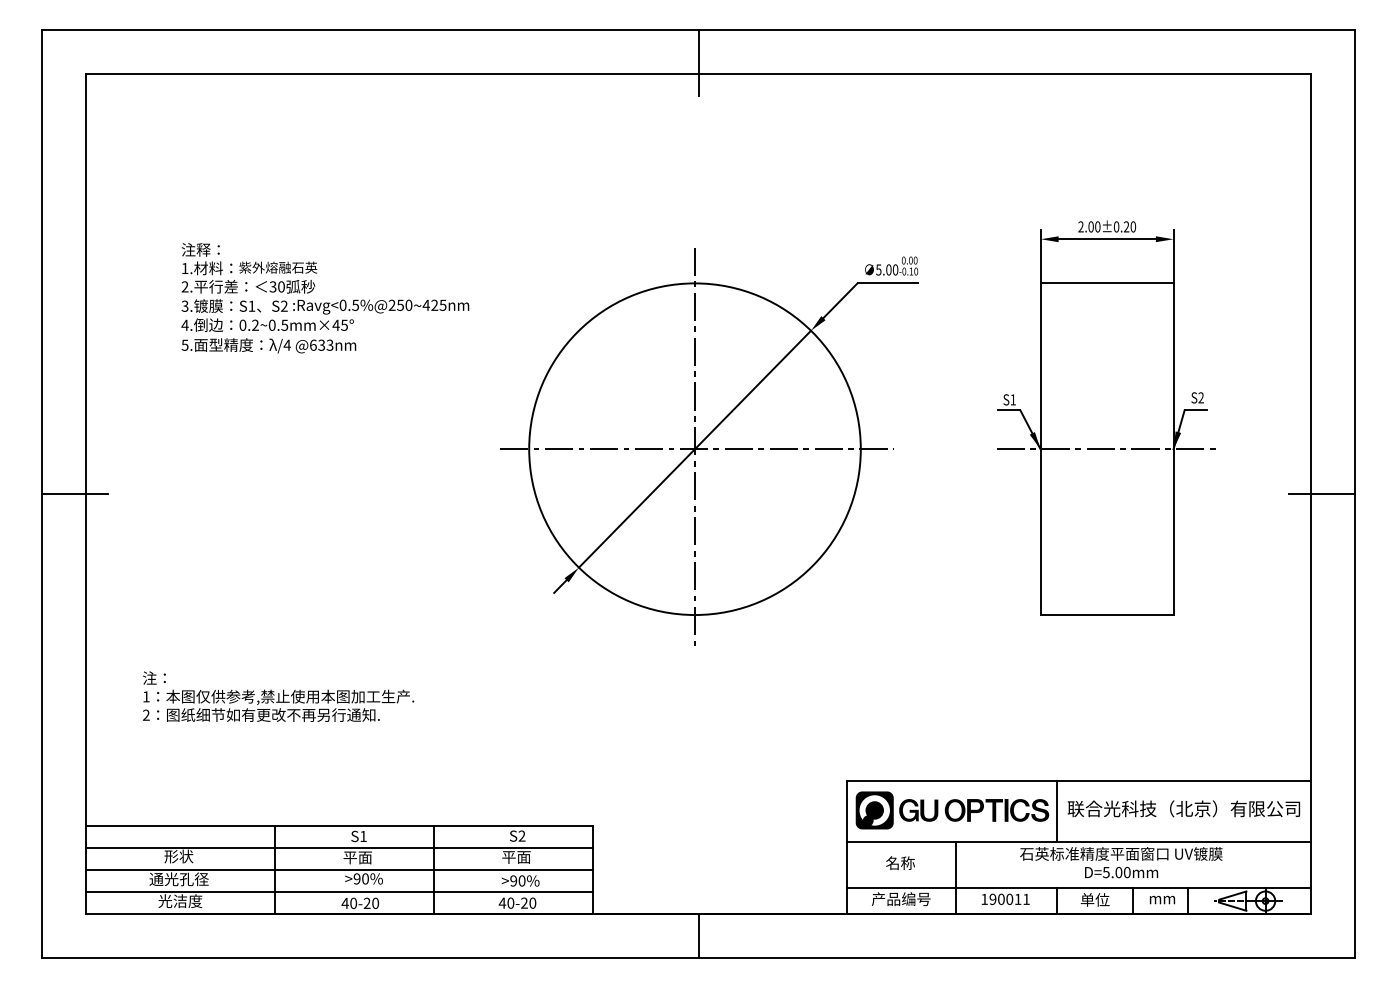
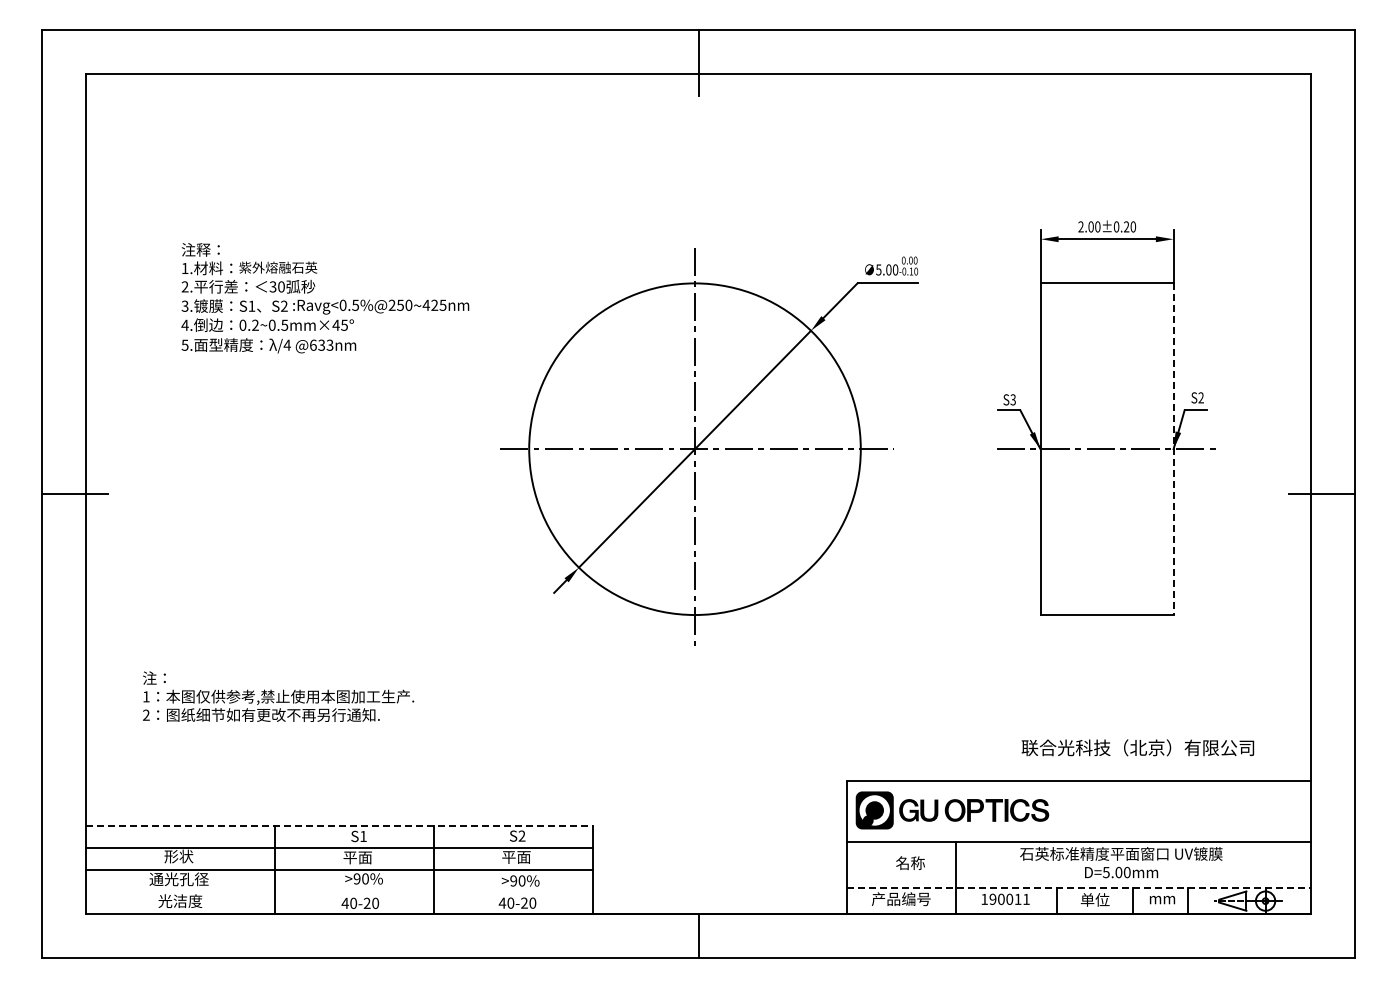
text at (1012, 399): S1 -> S3
line at (1173, 449): solid -> dashed
text at (1183, 808) position: (1183, 808) -> (1137, 747)
line at (1057, 811): present -> none
line at (340, 825): solid -> dashed
text at (900, 862) position: (900, 862) -> (910, 862)
line at (1079, 888): solid -> dashed
line at (339, 891): present -> none
